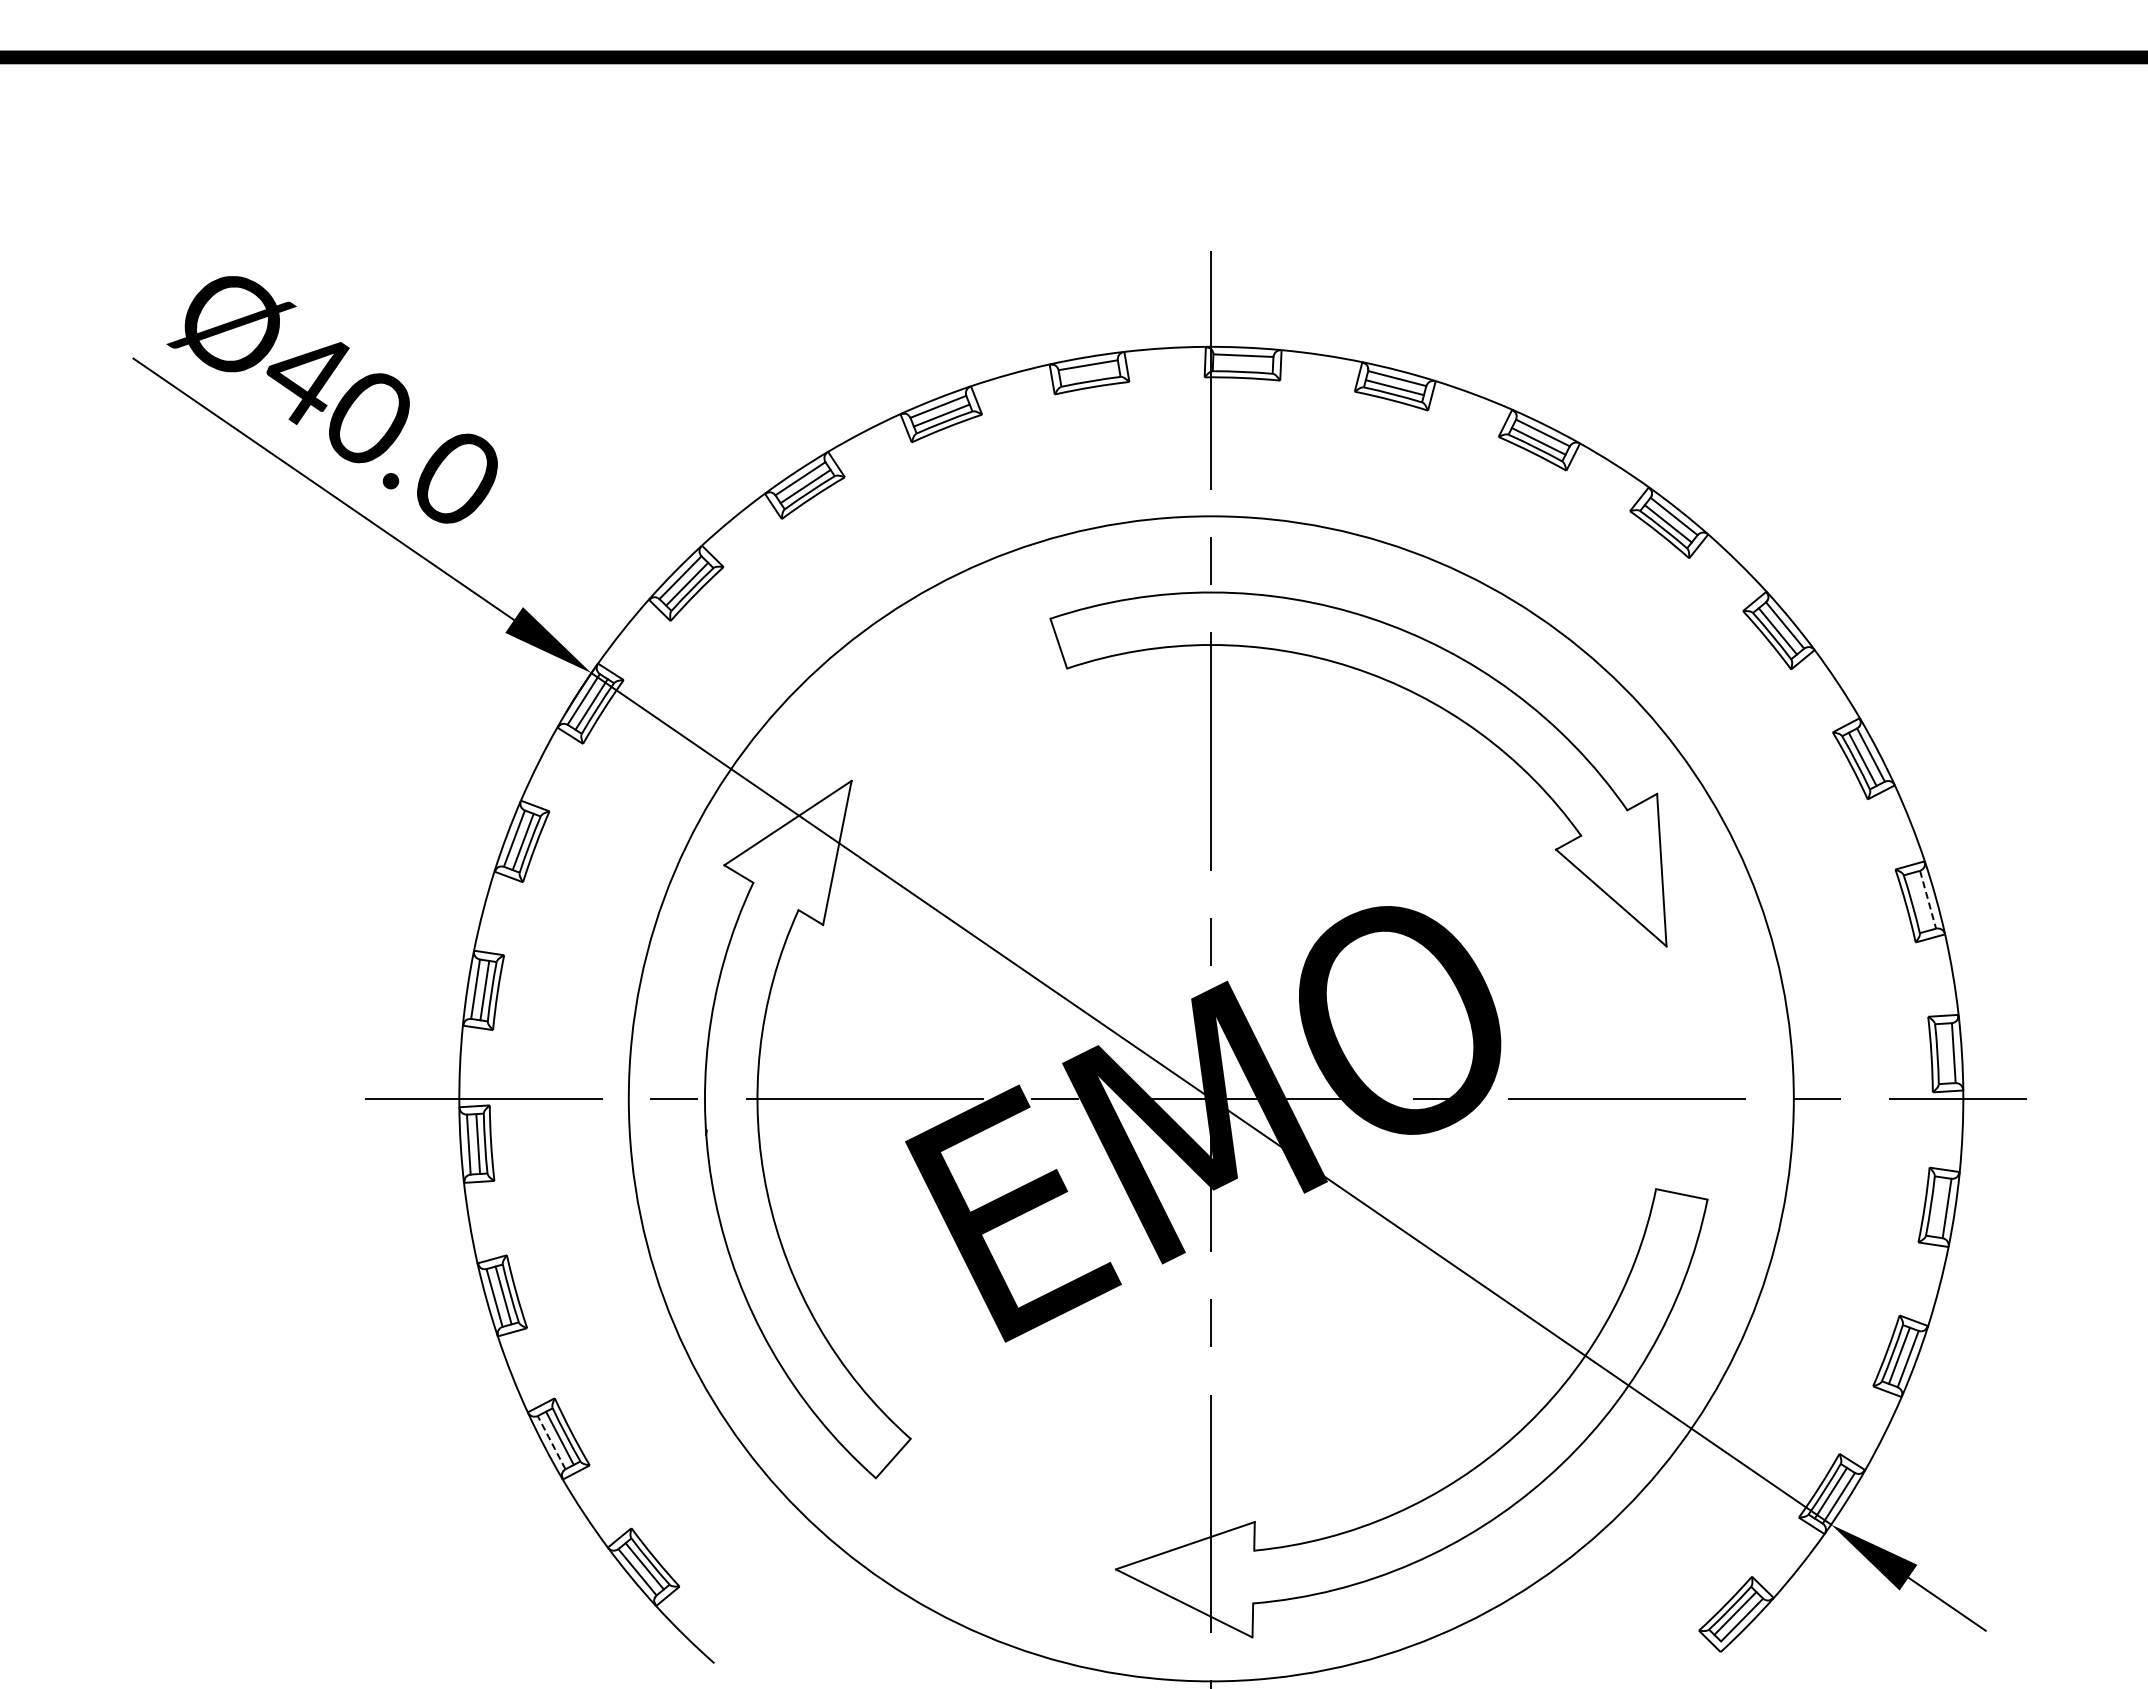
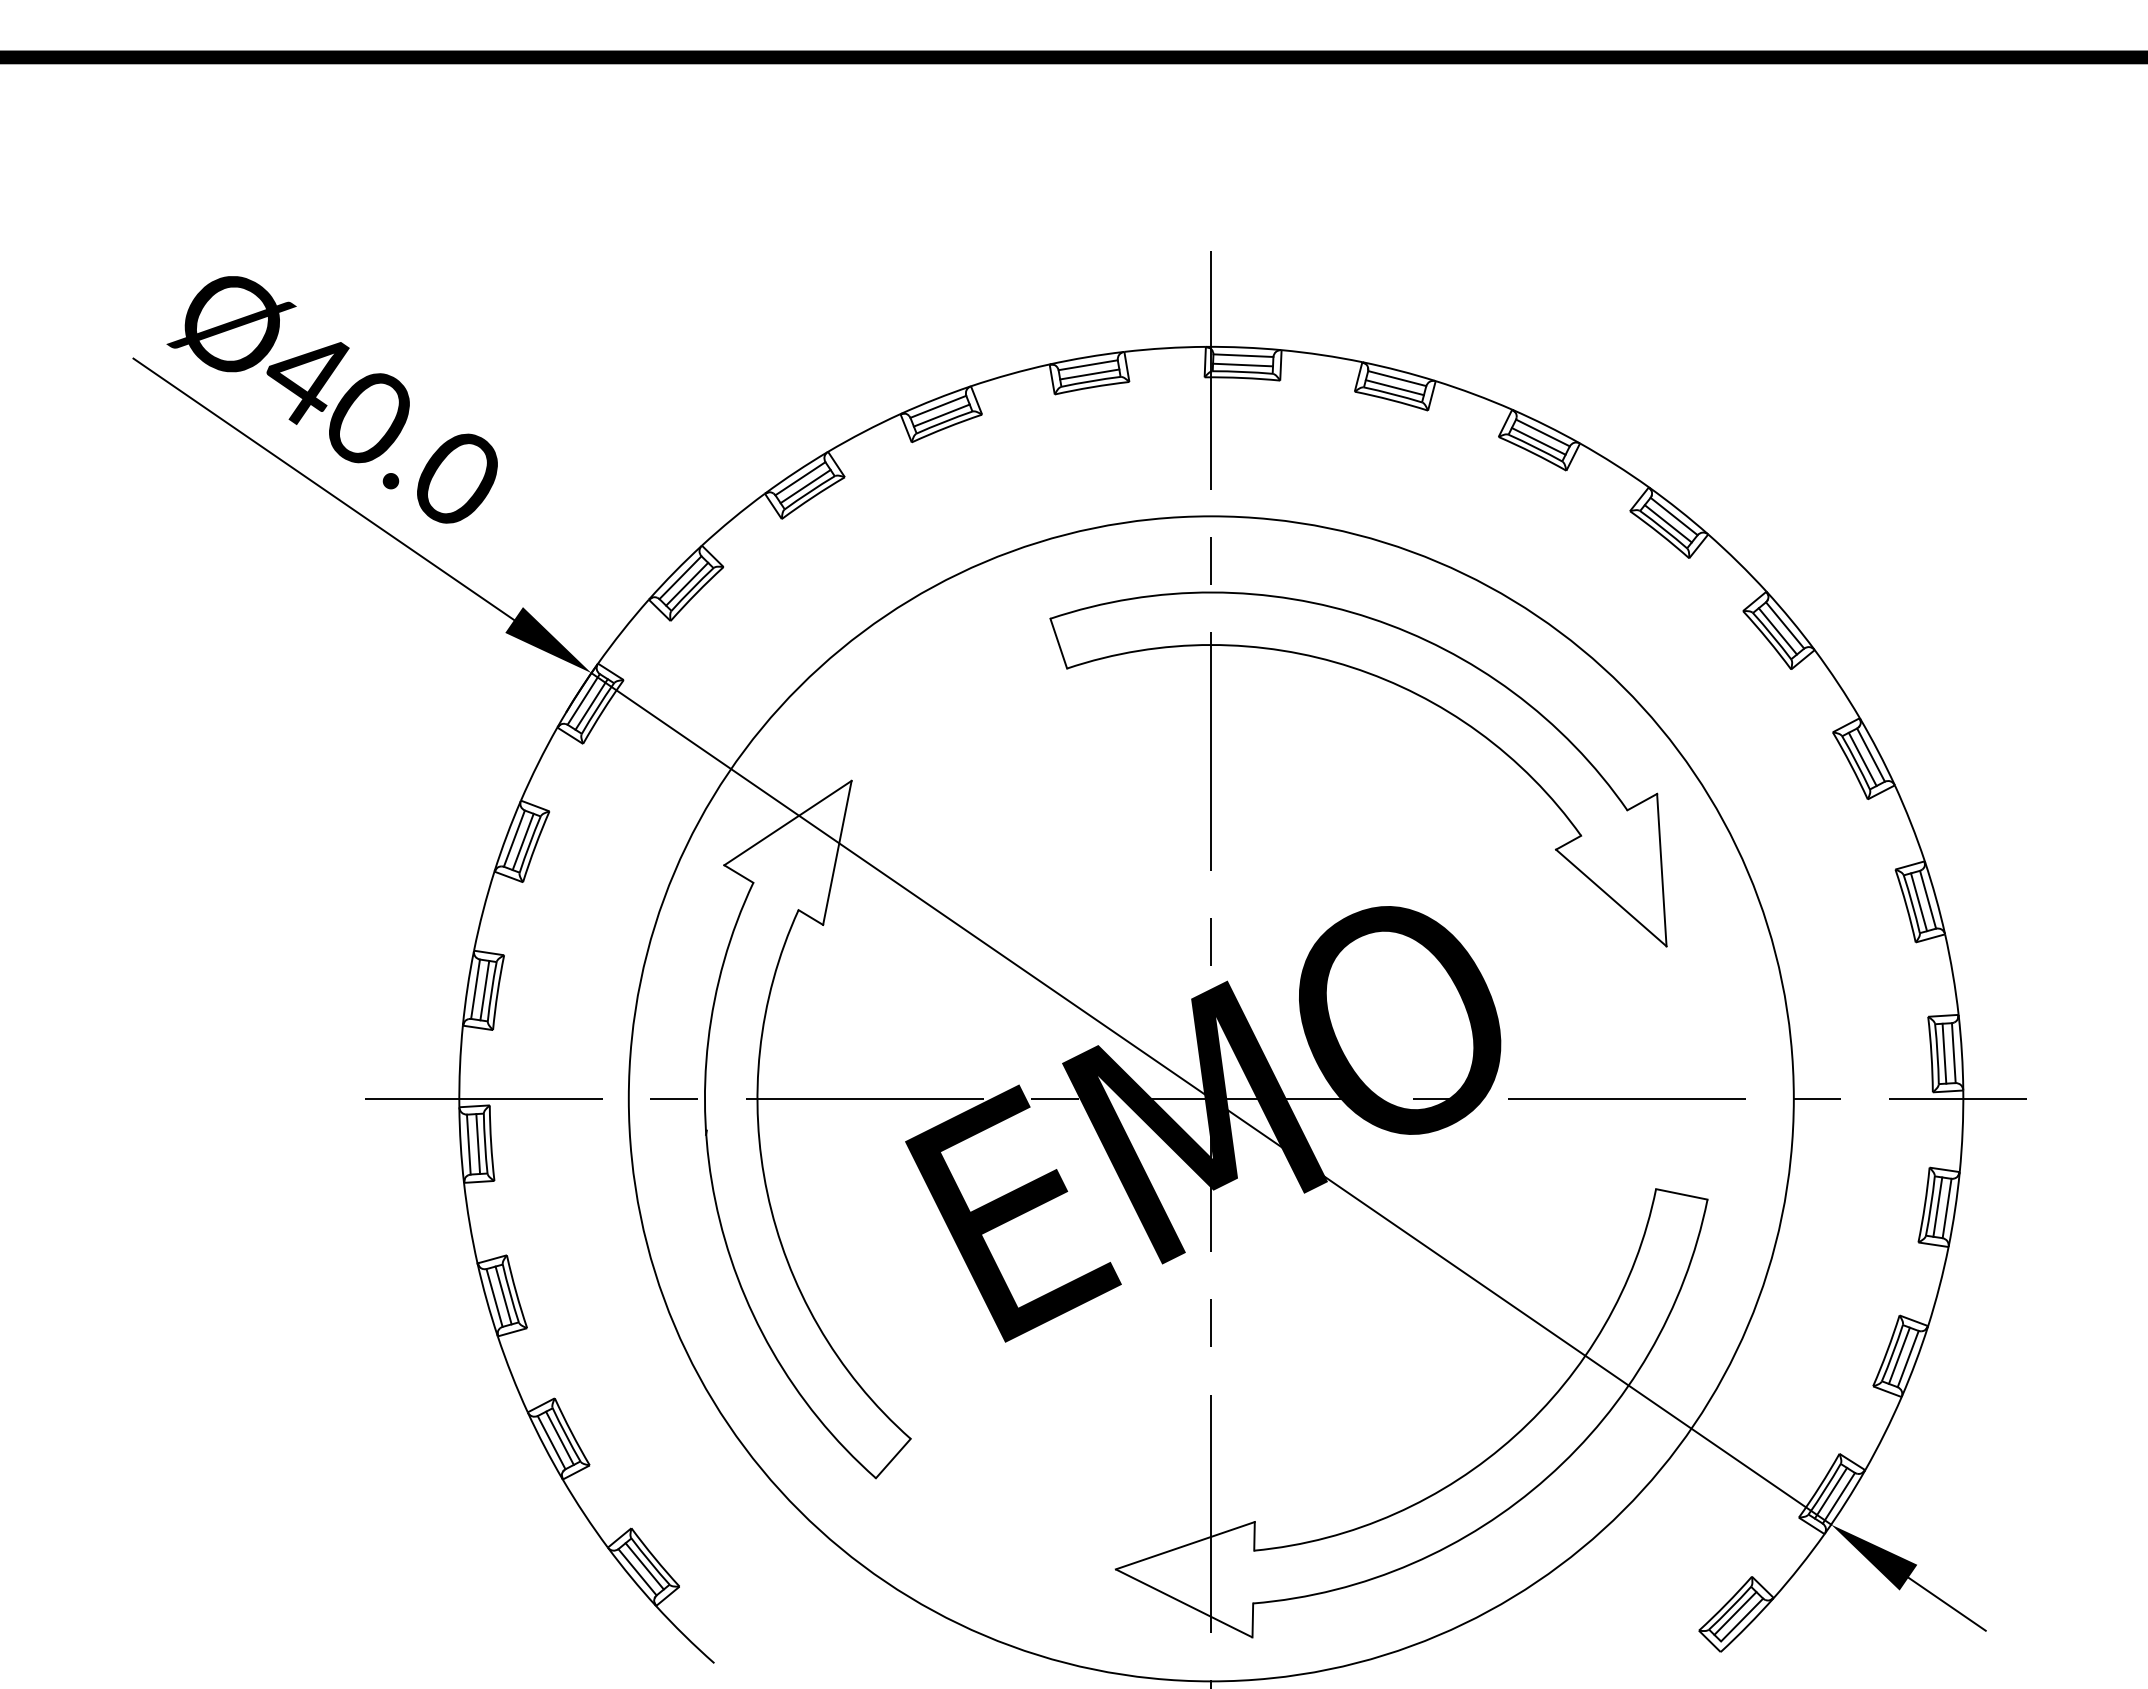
line at (1243, 364): none -> present
line at (1089, 374): none -> present
line at (1928, 900): dashed -> solid
line at (1919, 902): none -> present
line at (1944, 1053): none -> present
line at (1937, 1206): none -> present
line at (551, 1442): dashed -> solid
